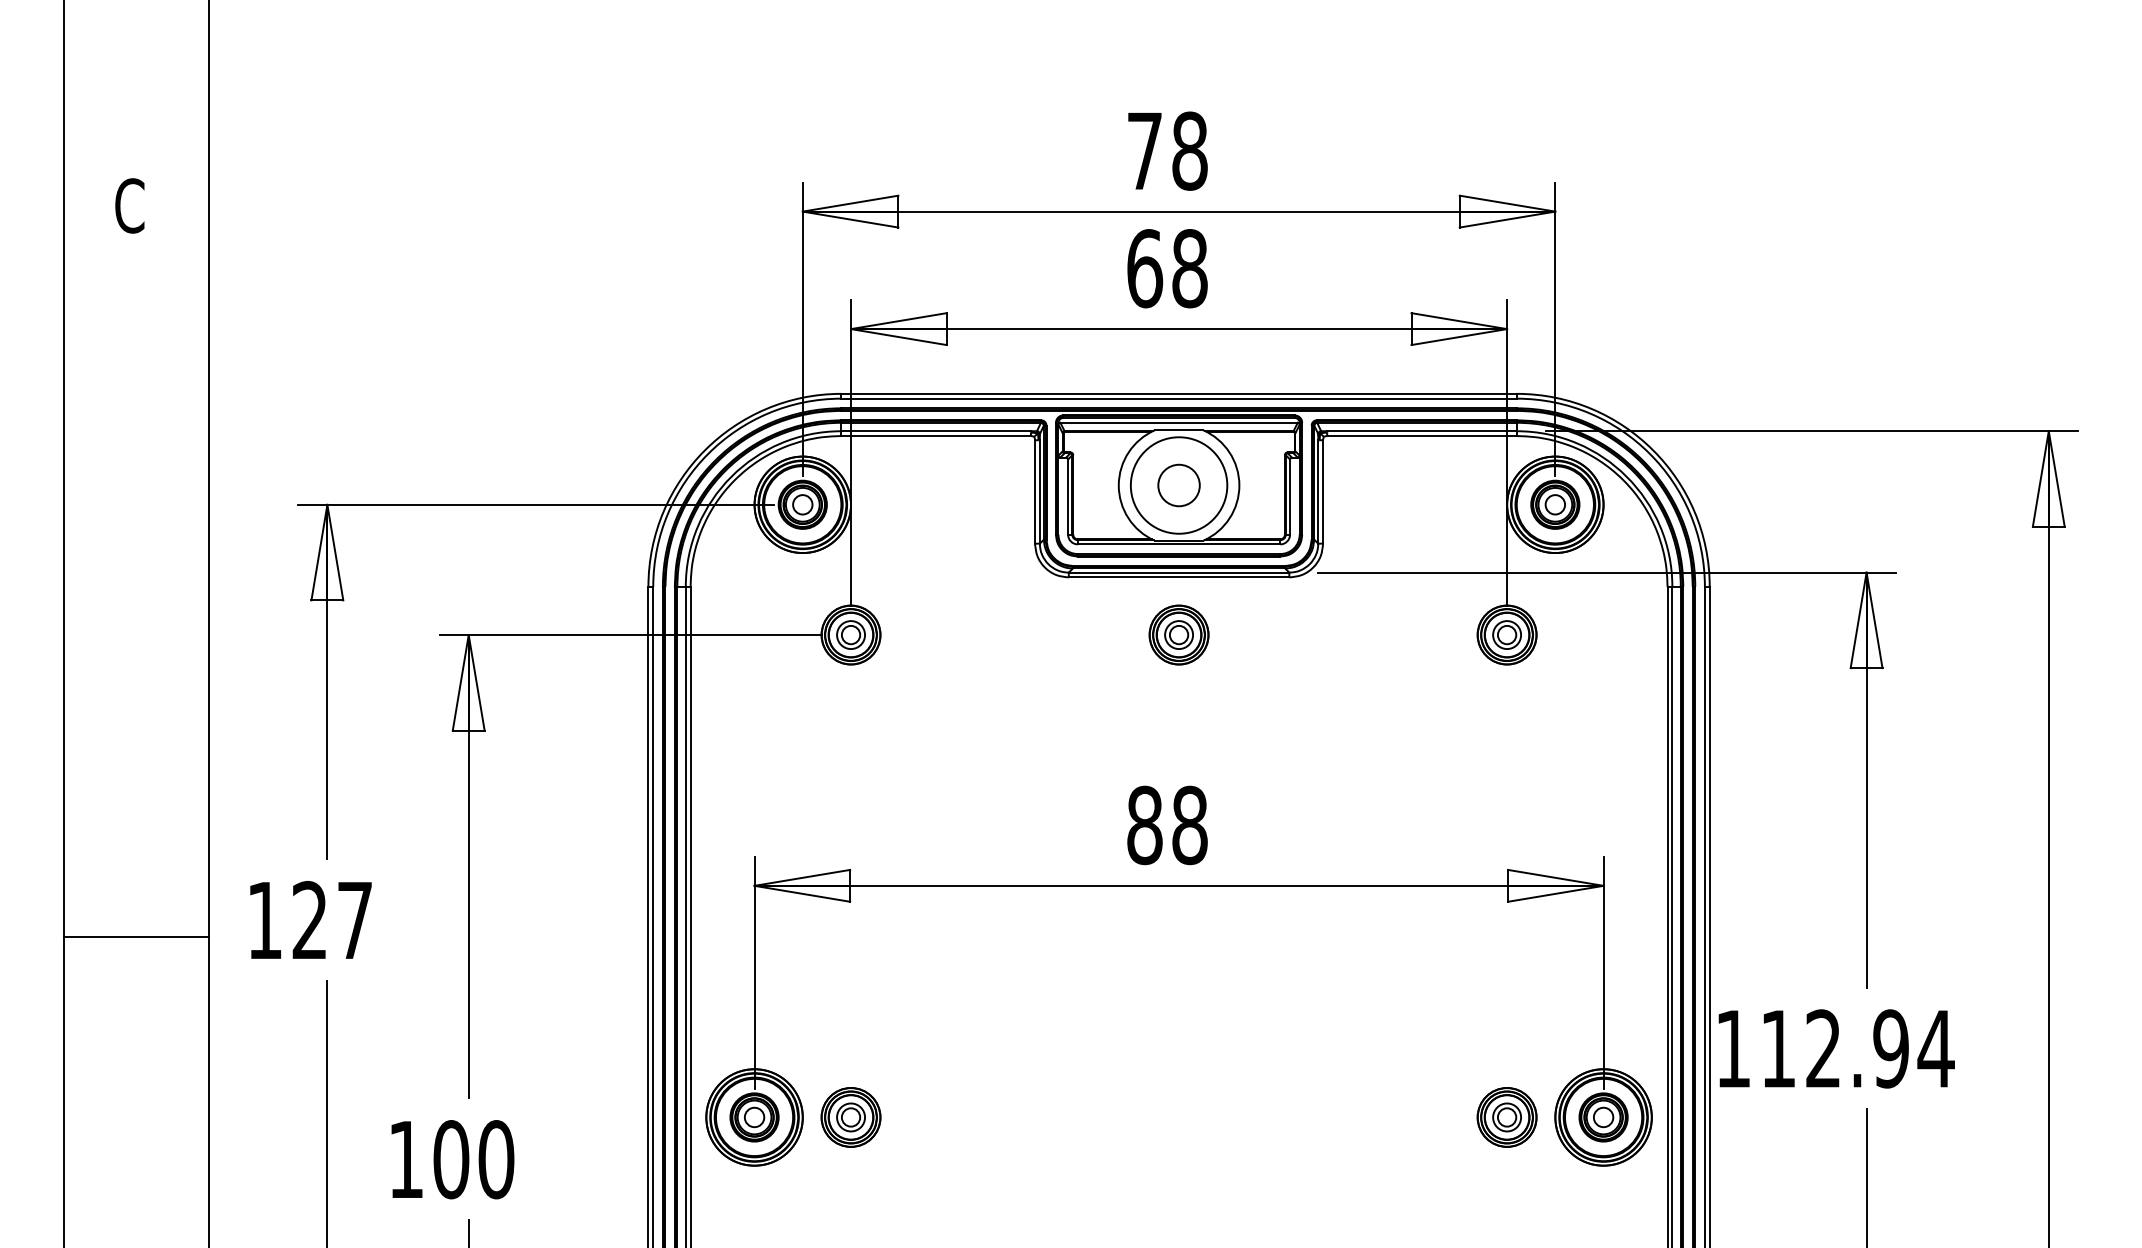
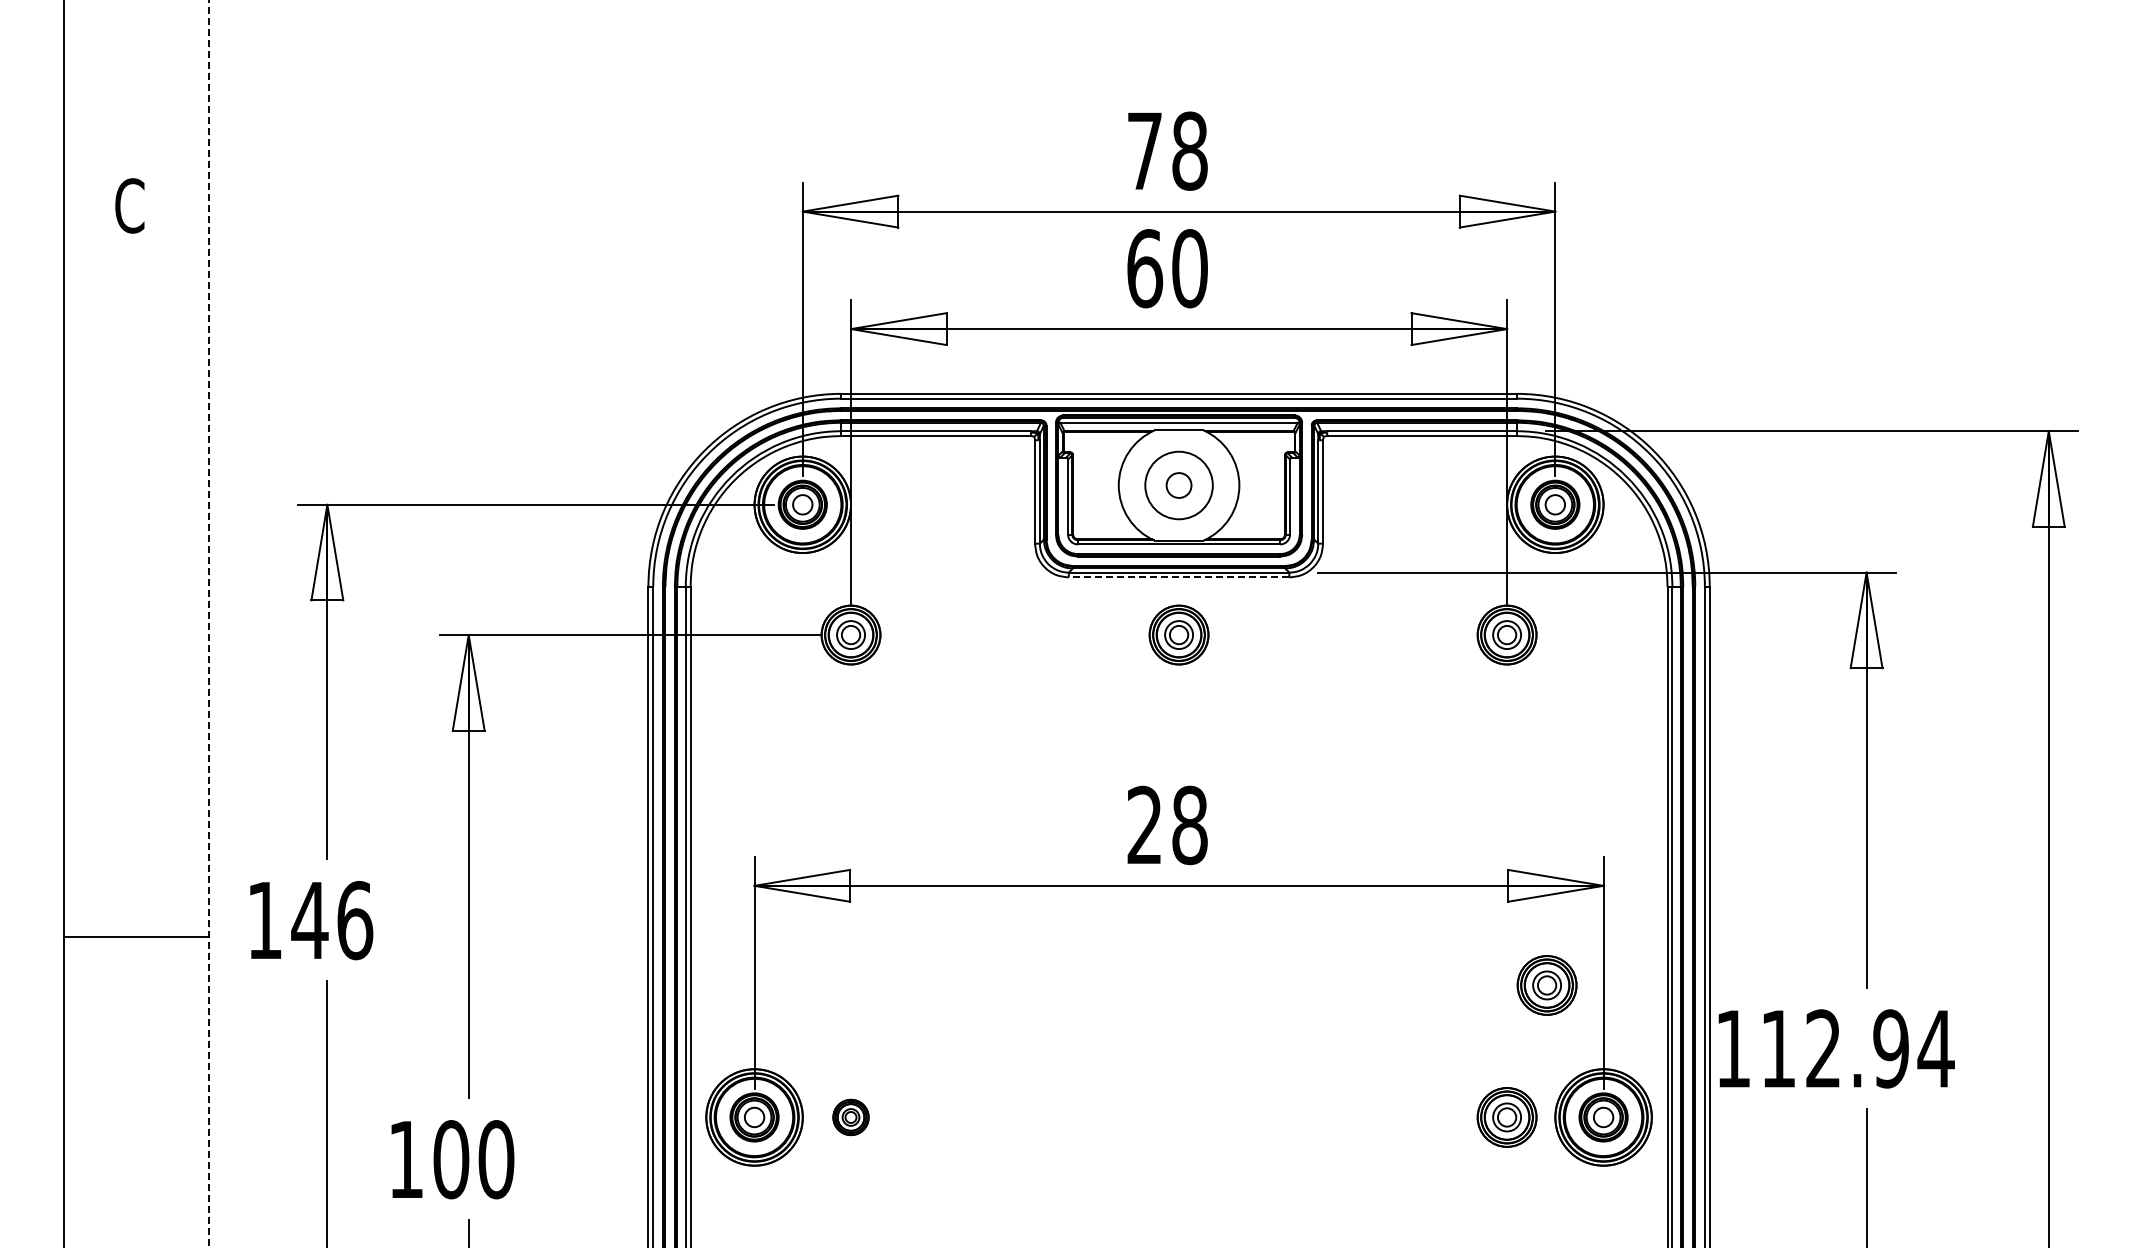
text at (1189, 268): 68 -> 60
circle at (1178, 485) diameter: 41 px -> 25 px
circle at (1178, 485) diameter: 96 px -> 68 px
line at (1178, 577): solid -> dashed
line at (208, 624): solid -> dashed
text at (1144, 825): 88 -> 28
text at (332, 920): 127 -> 146
part at (1546, 985): none -> present
part at (850, 1117) size: 62x61 px -> 38x39 px
